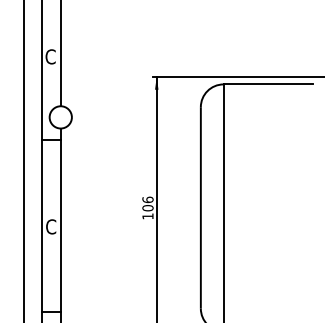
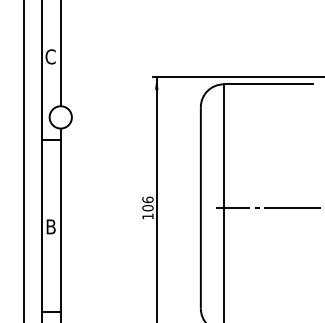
line at (268, 207): none -> present
text at (51, 226): C -> B
